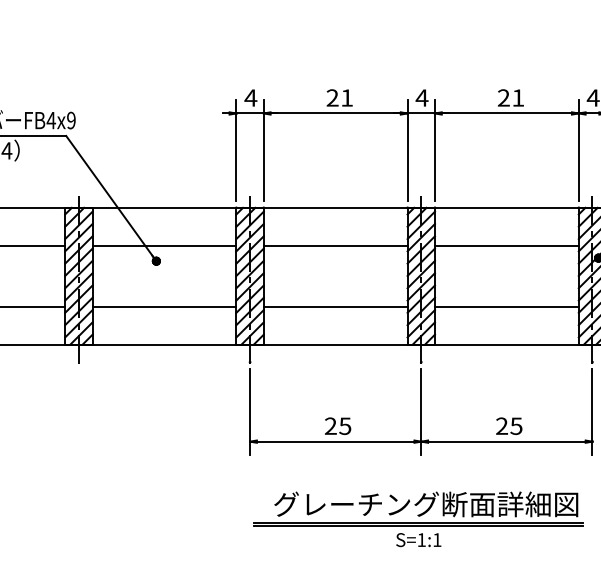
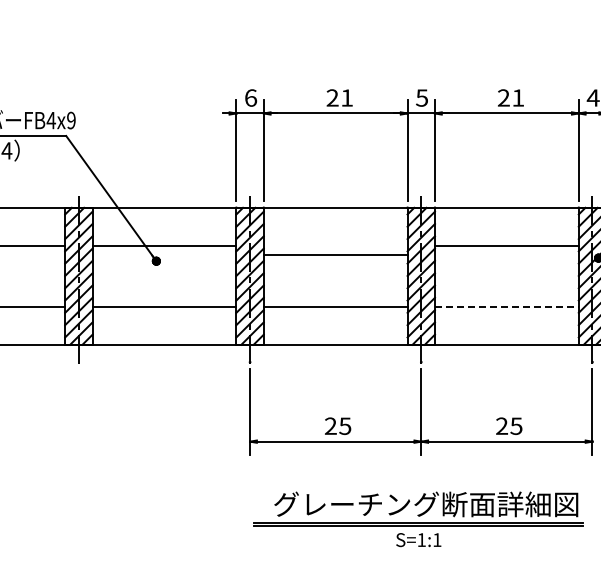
text at (250, 97): 4 -> 6
text at (421, 97): 4 -> 5
line at (335, 245) position: (335, 245) -> (335, 254)
line at (506, 307): solid -> dashed
